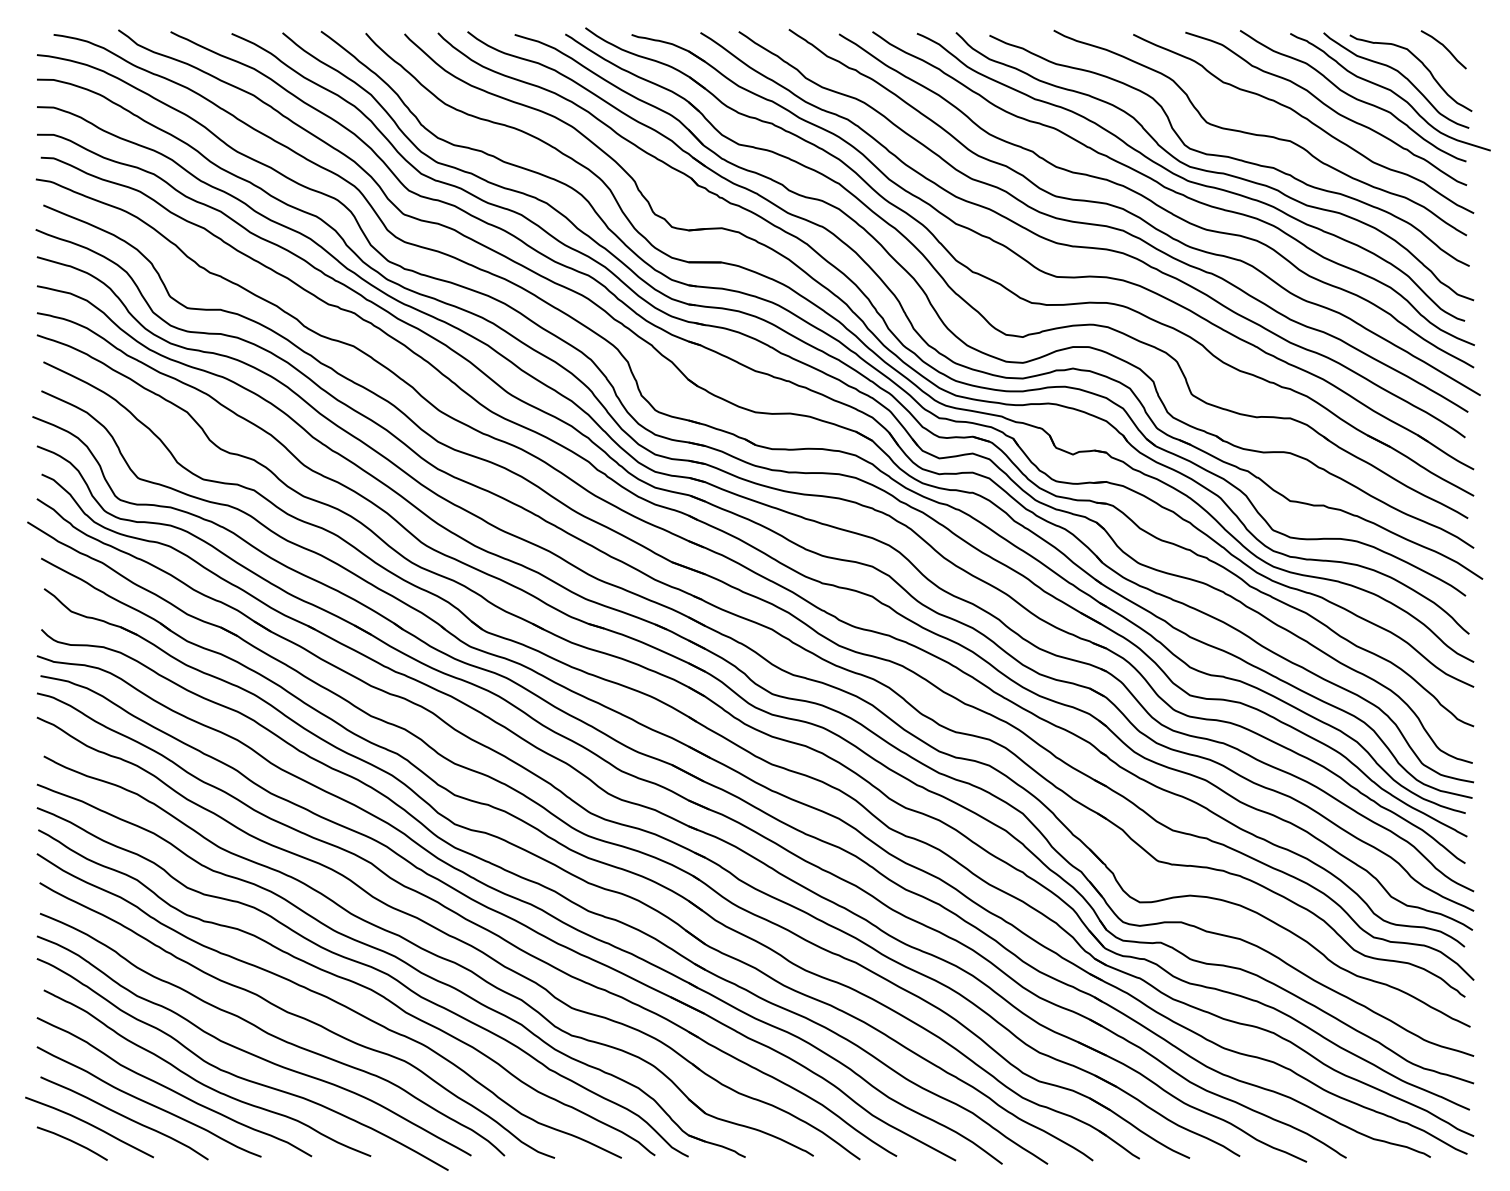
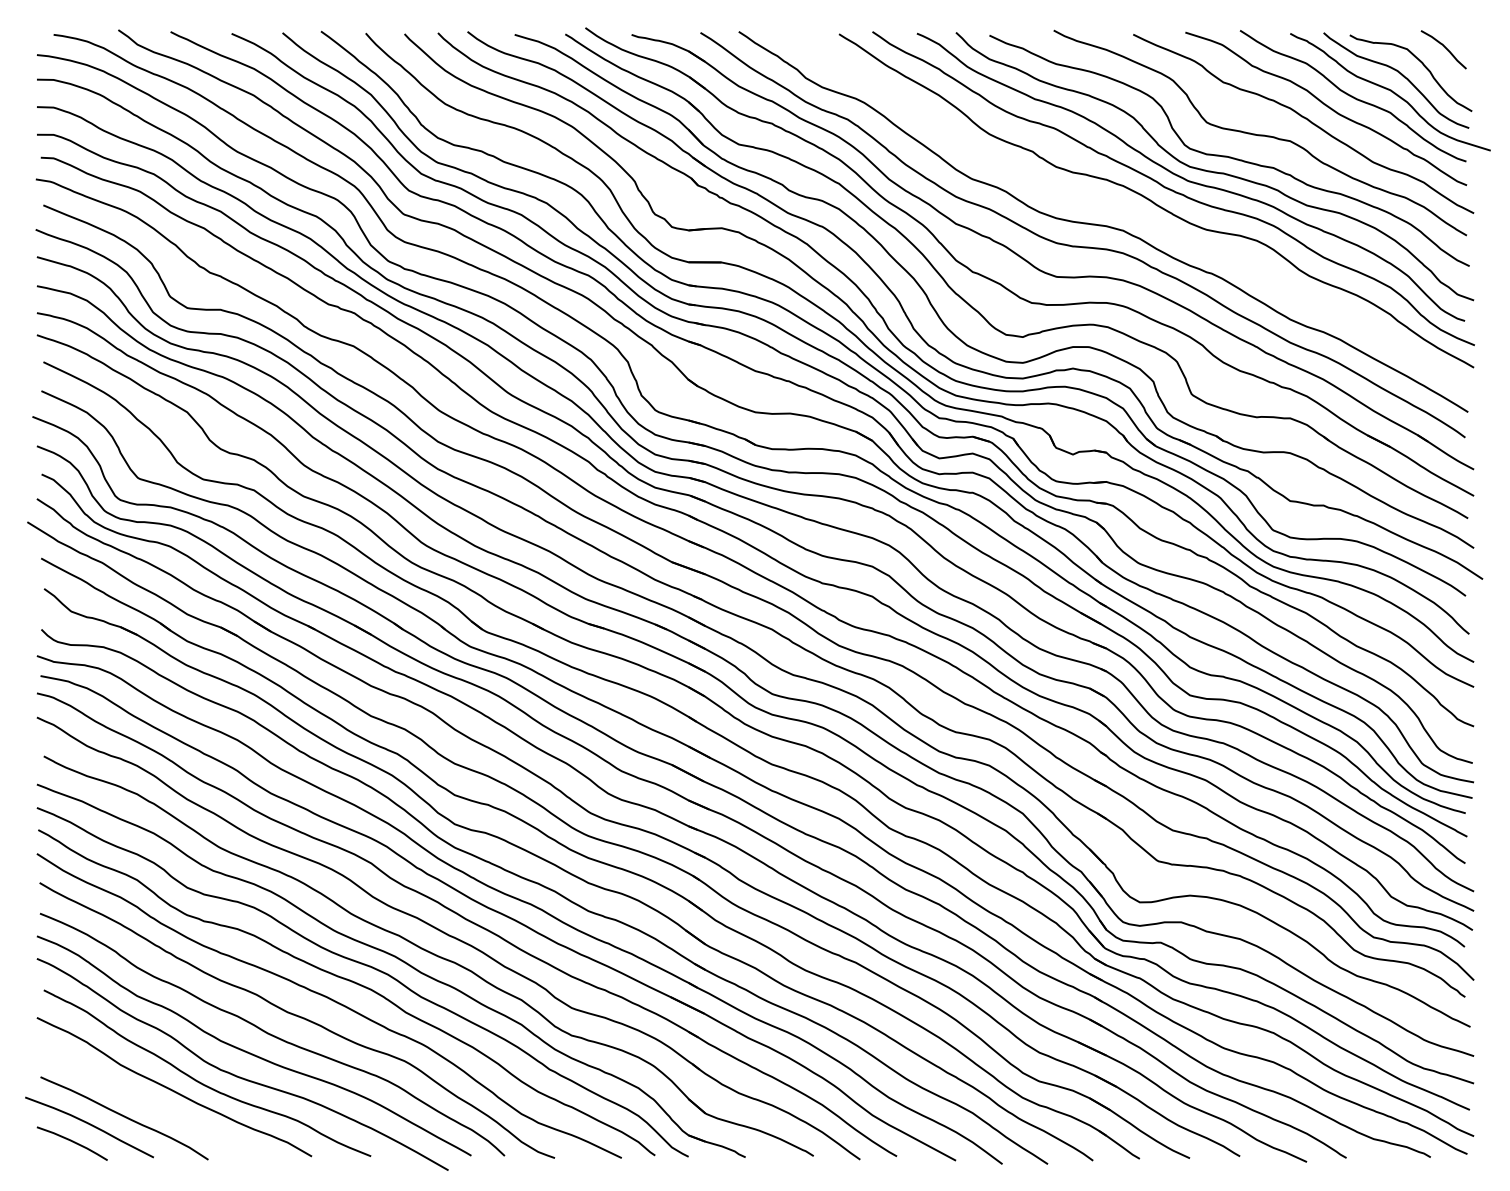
curve at (1133, 213): present -> none
curve at (147, 1101): present -> none
